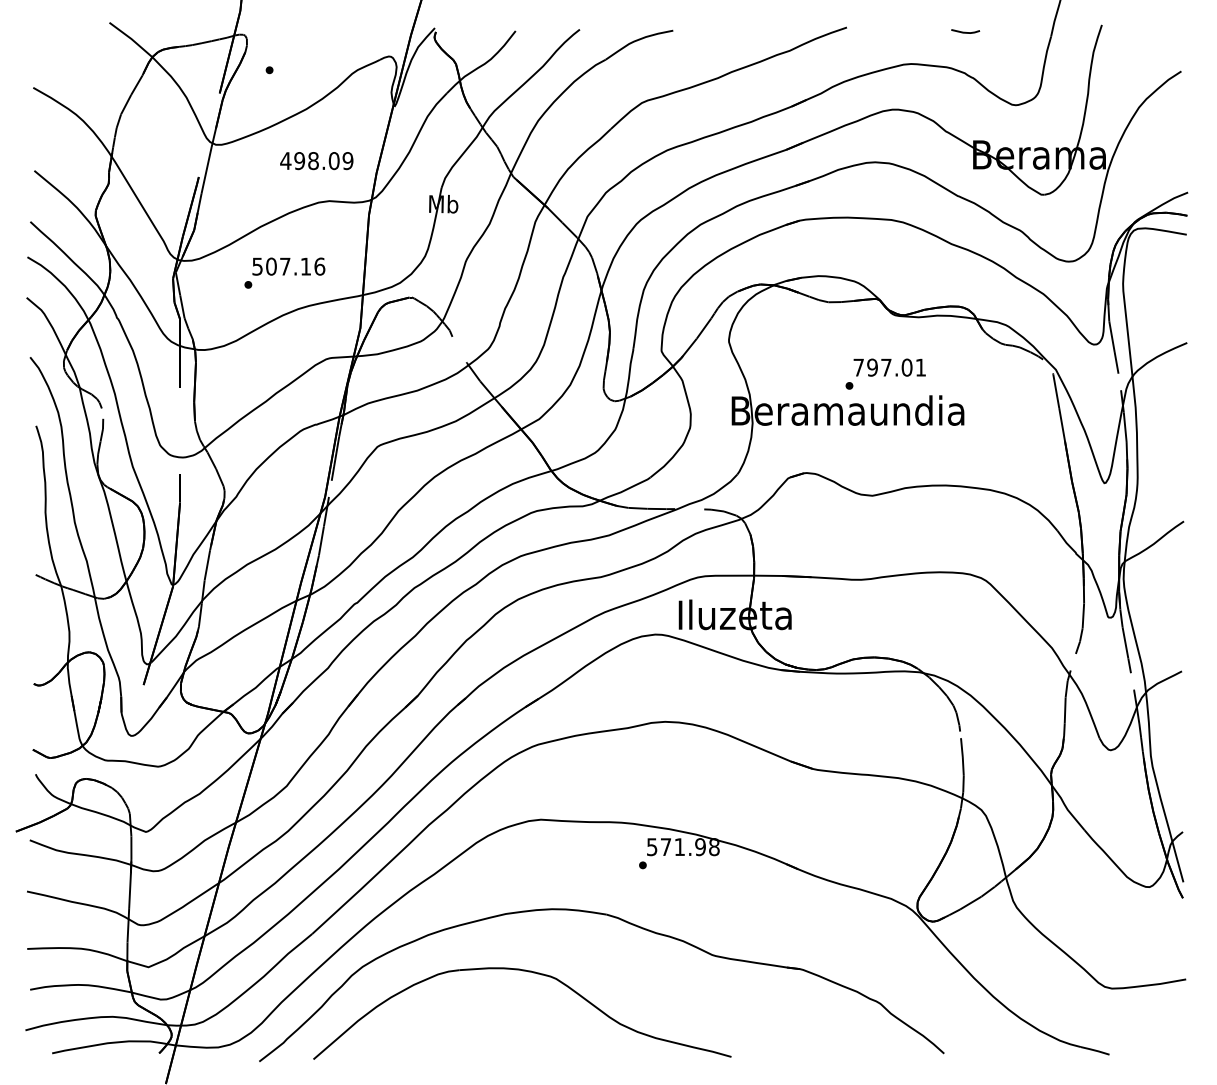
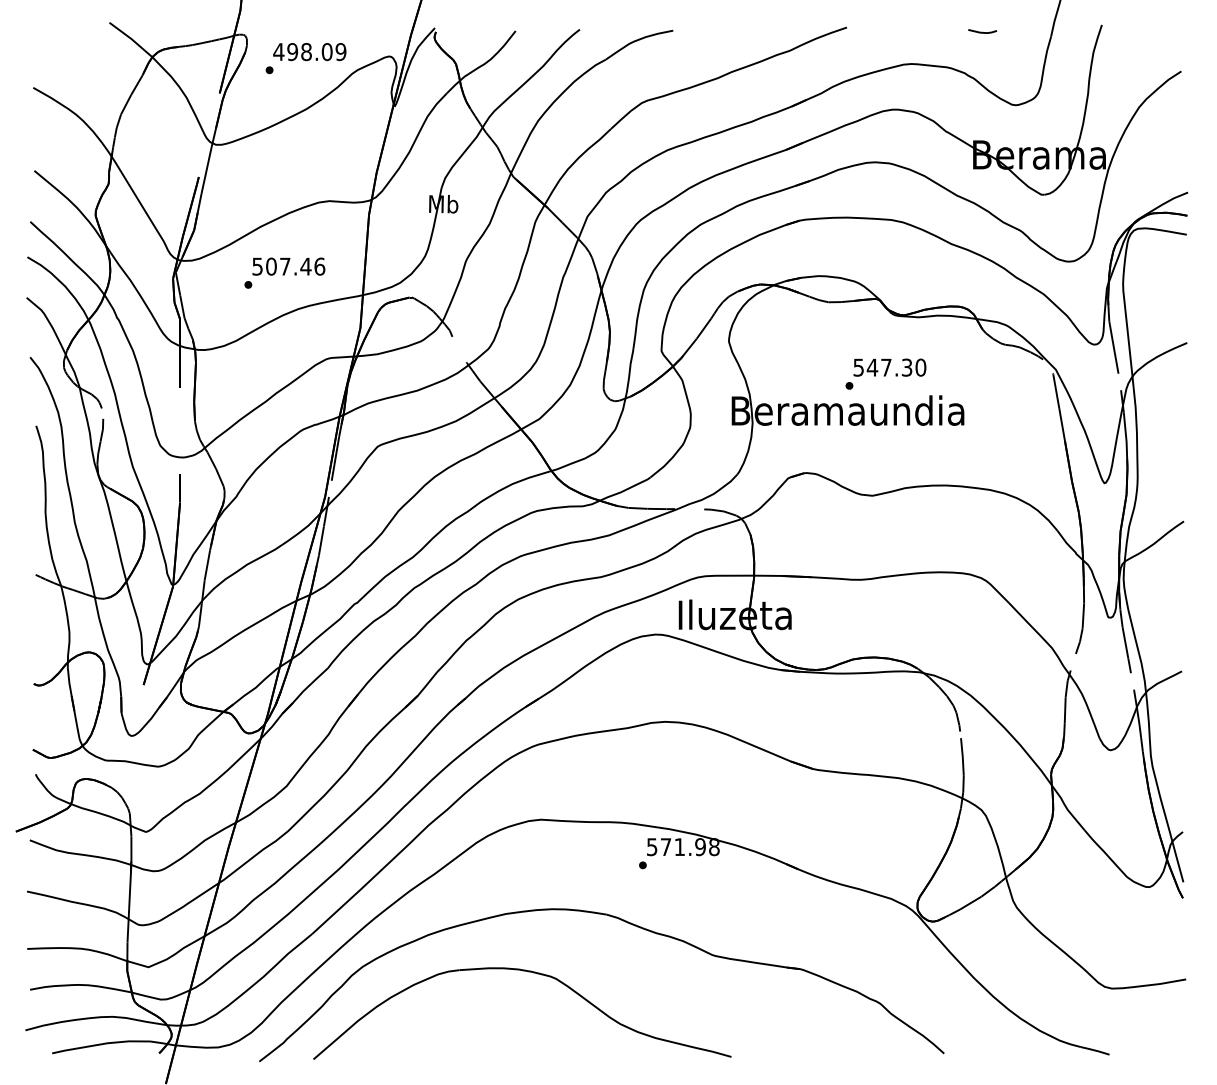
line at (965, 31) position: (965, 31) -> (982, 31)
text at (316, 161) position: (316, 161) -> (309, 52)
text at (305, 266): 507.16 -> 507.46
text at (889, 367): 797.01 -> 547.30
